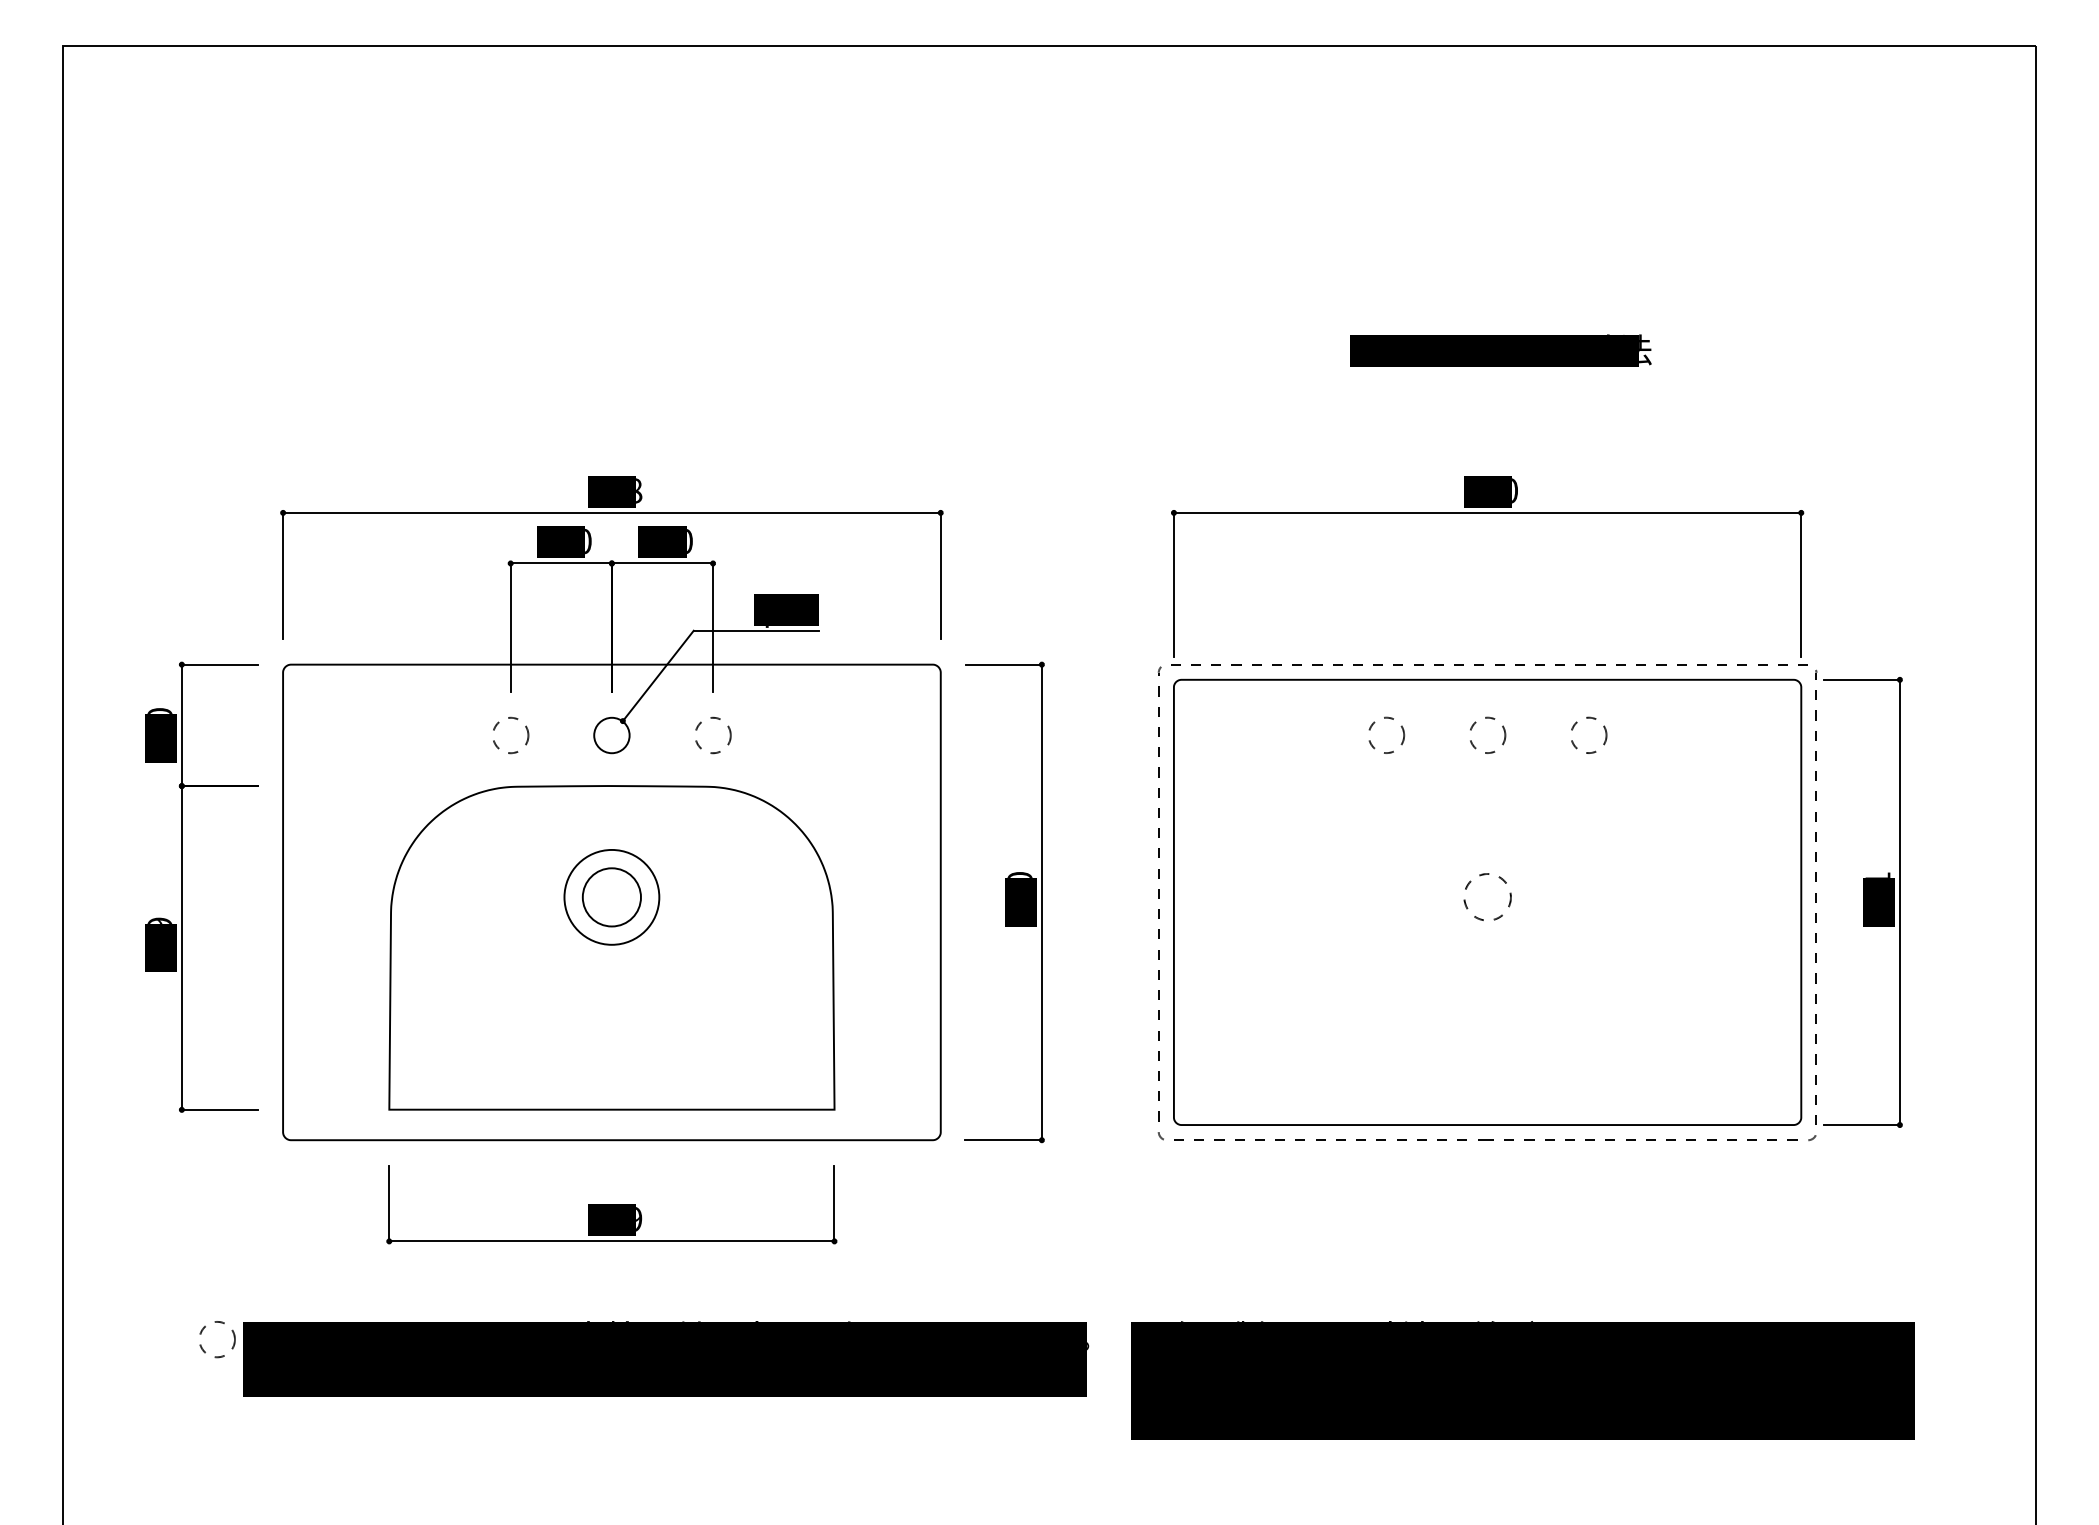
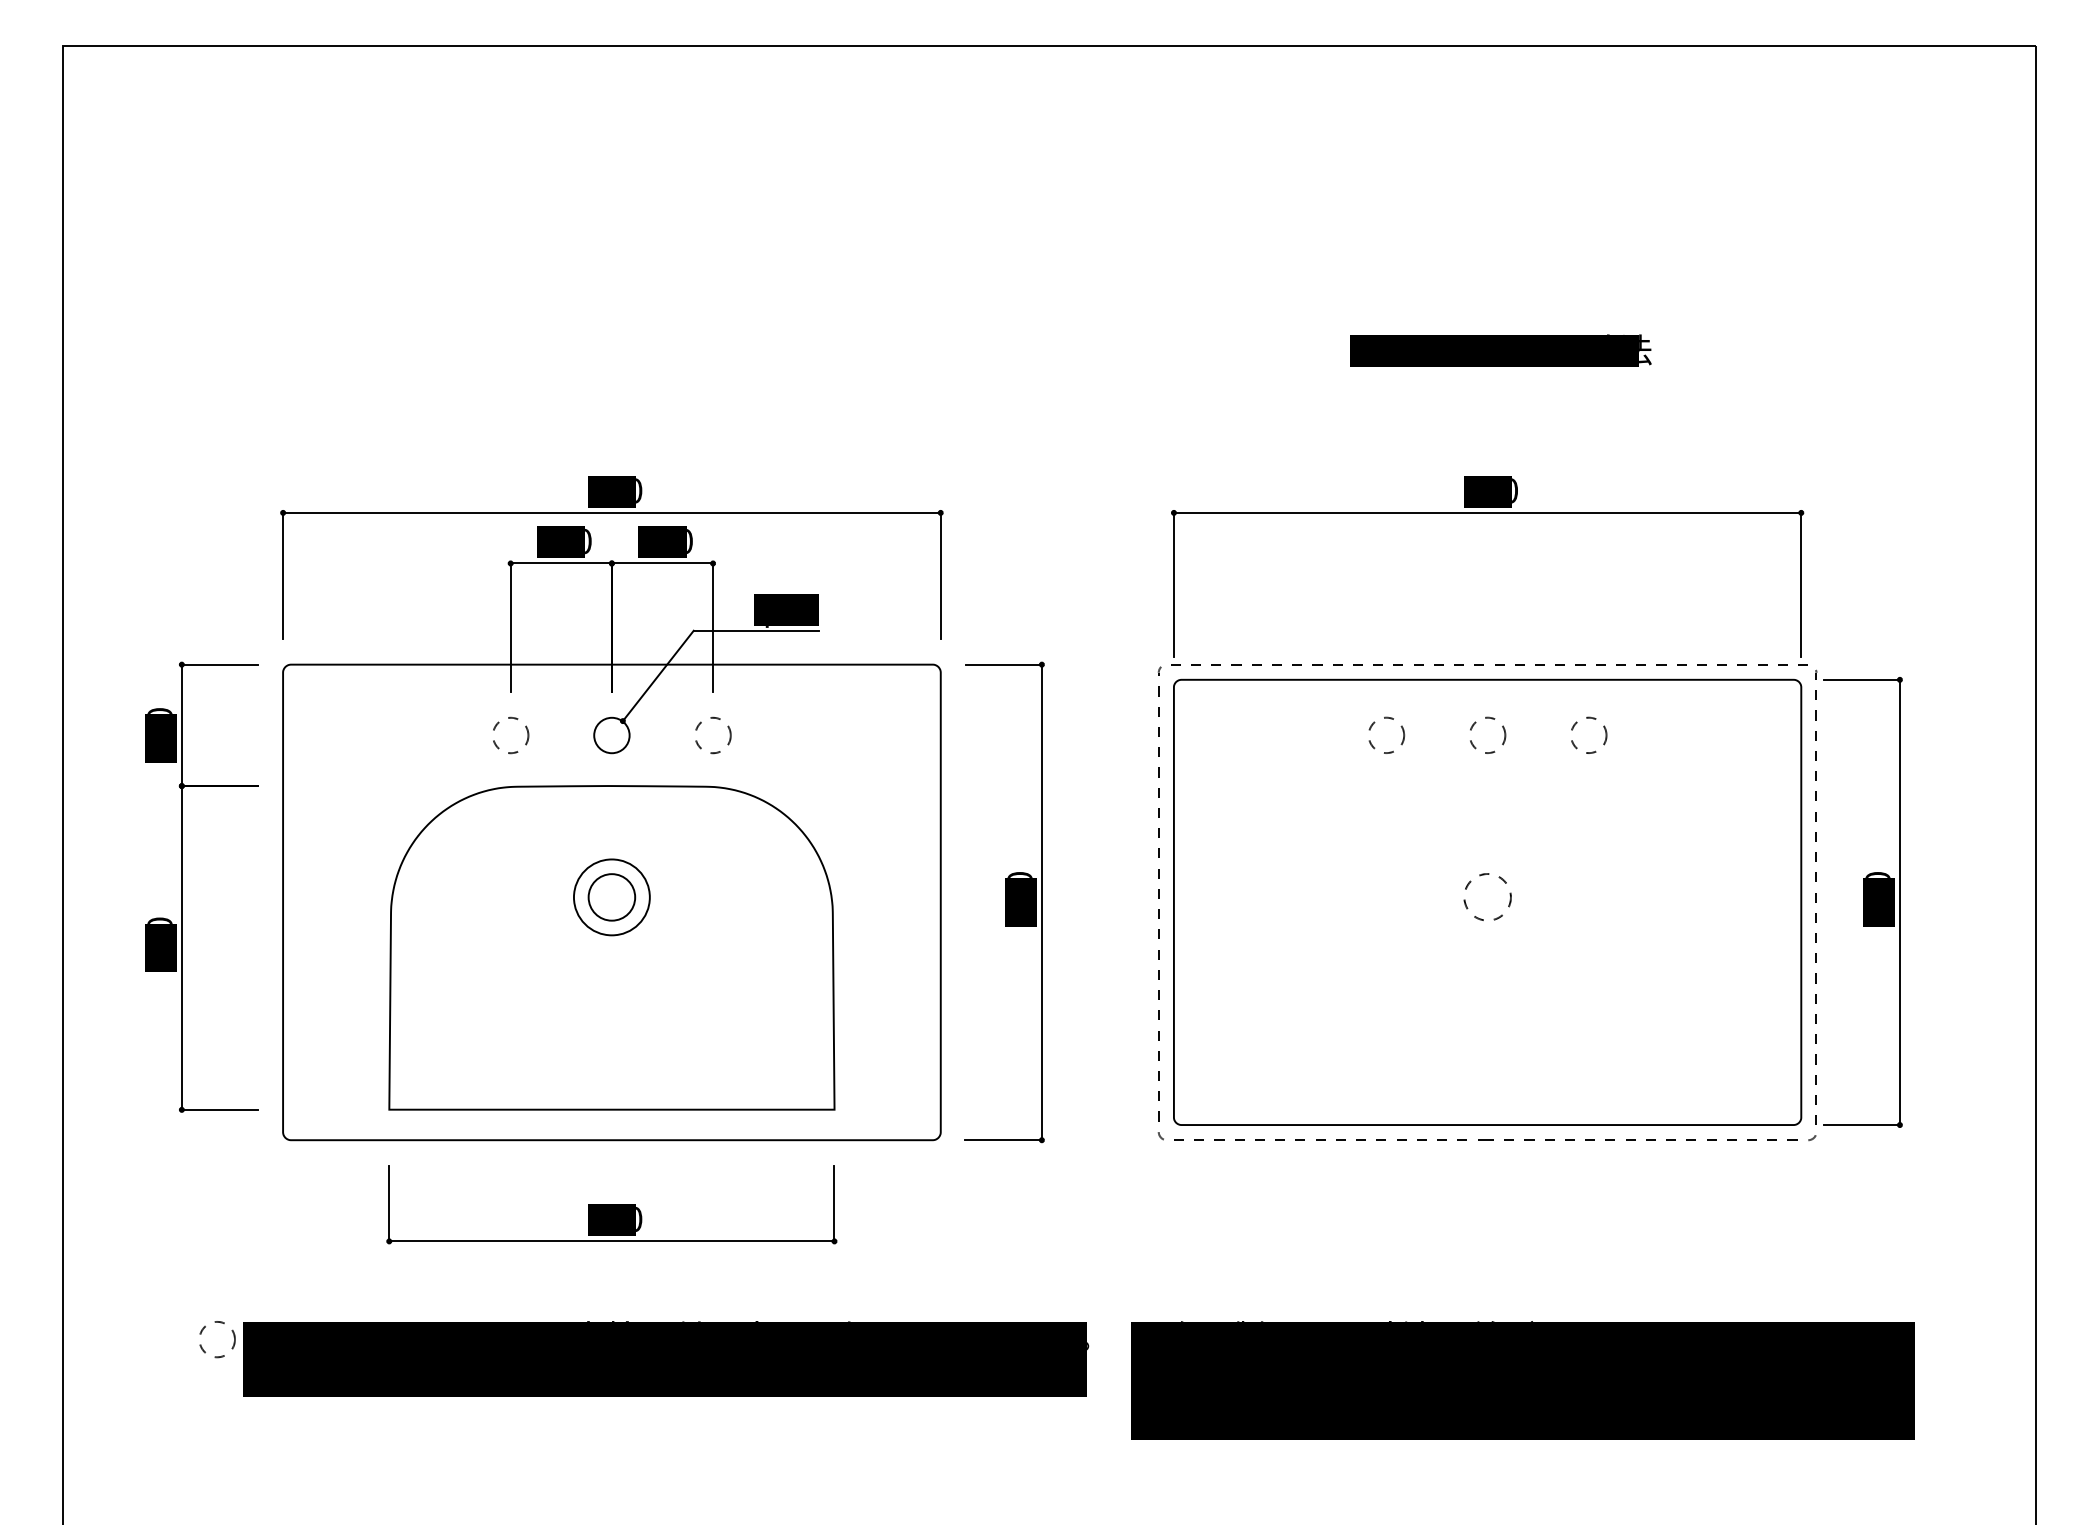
text at (639, 491): 458 -> 650
text at (1877, 874): 641 -> 440
part at (611, 897) size: 98x97 px -> 78x79 px
text at (159, 920): 439 -> 320
text at (639, 1219): 269 -> 440
